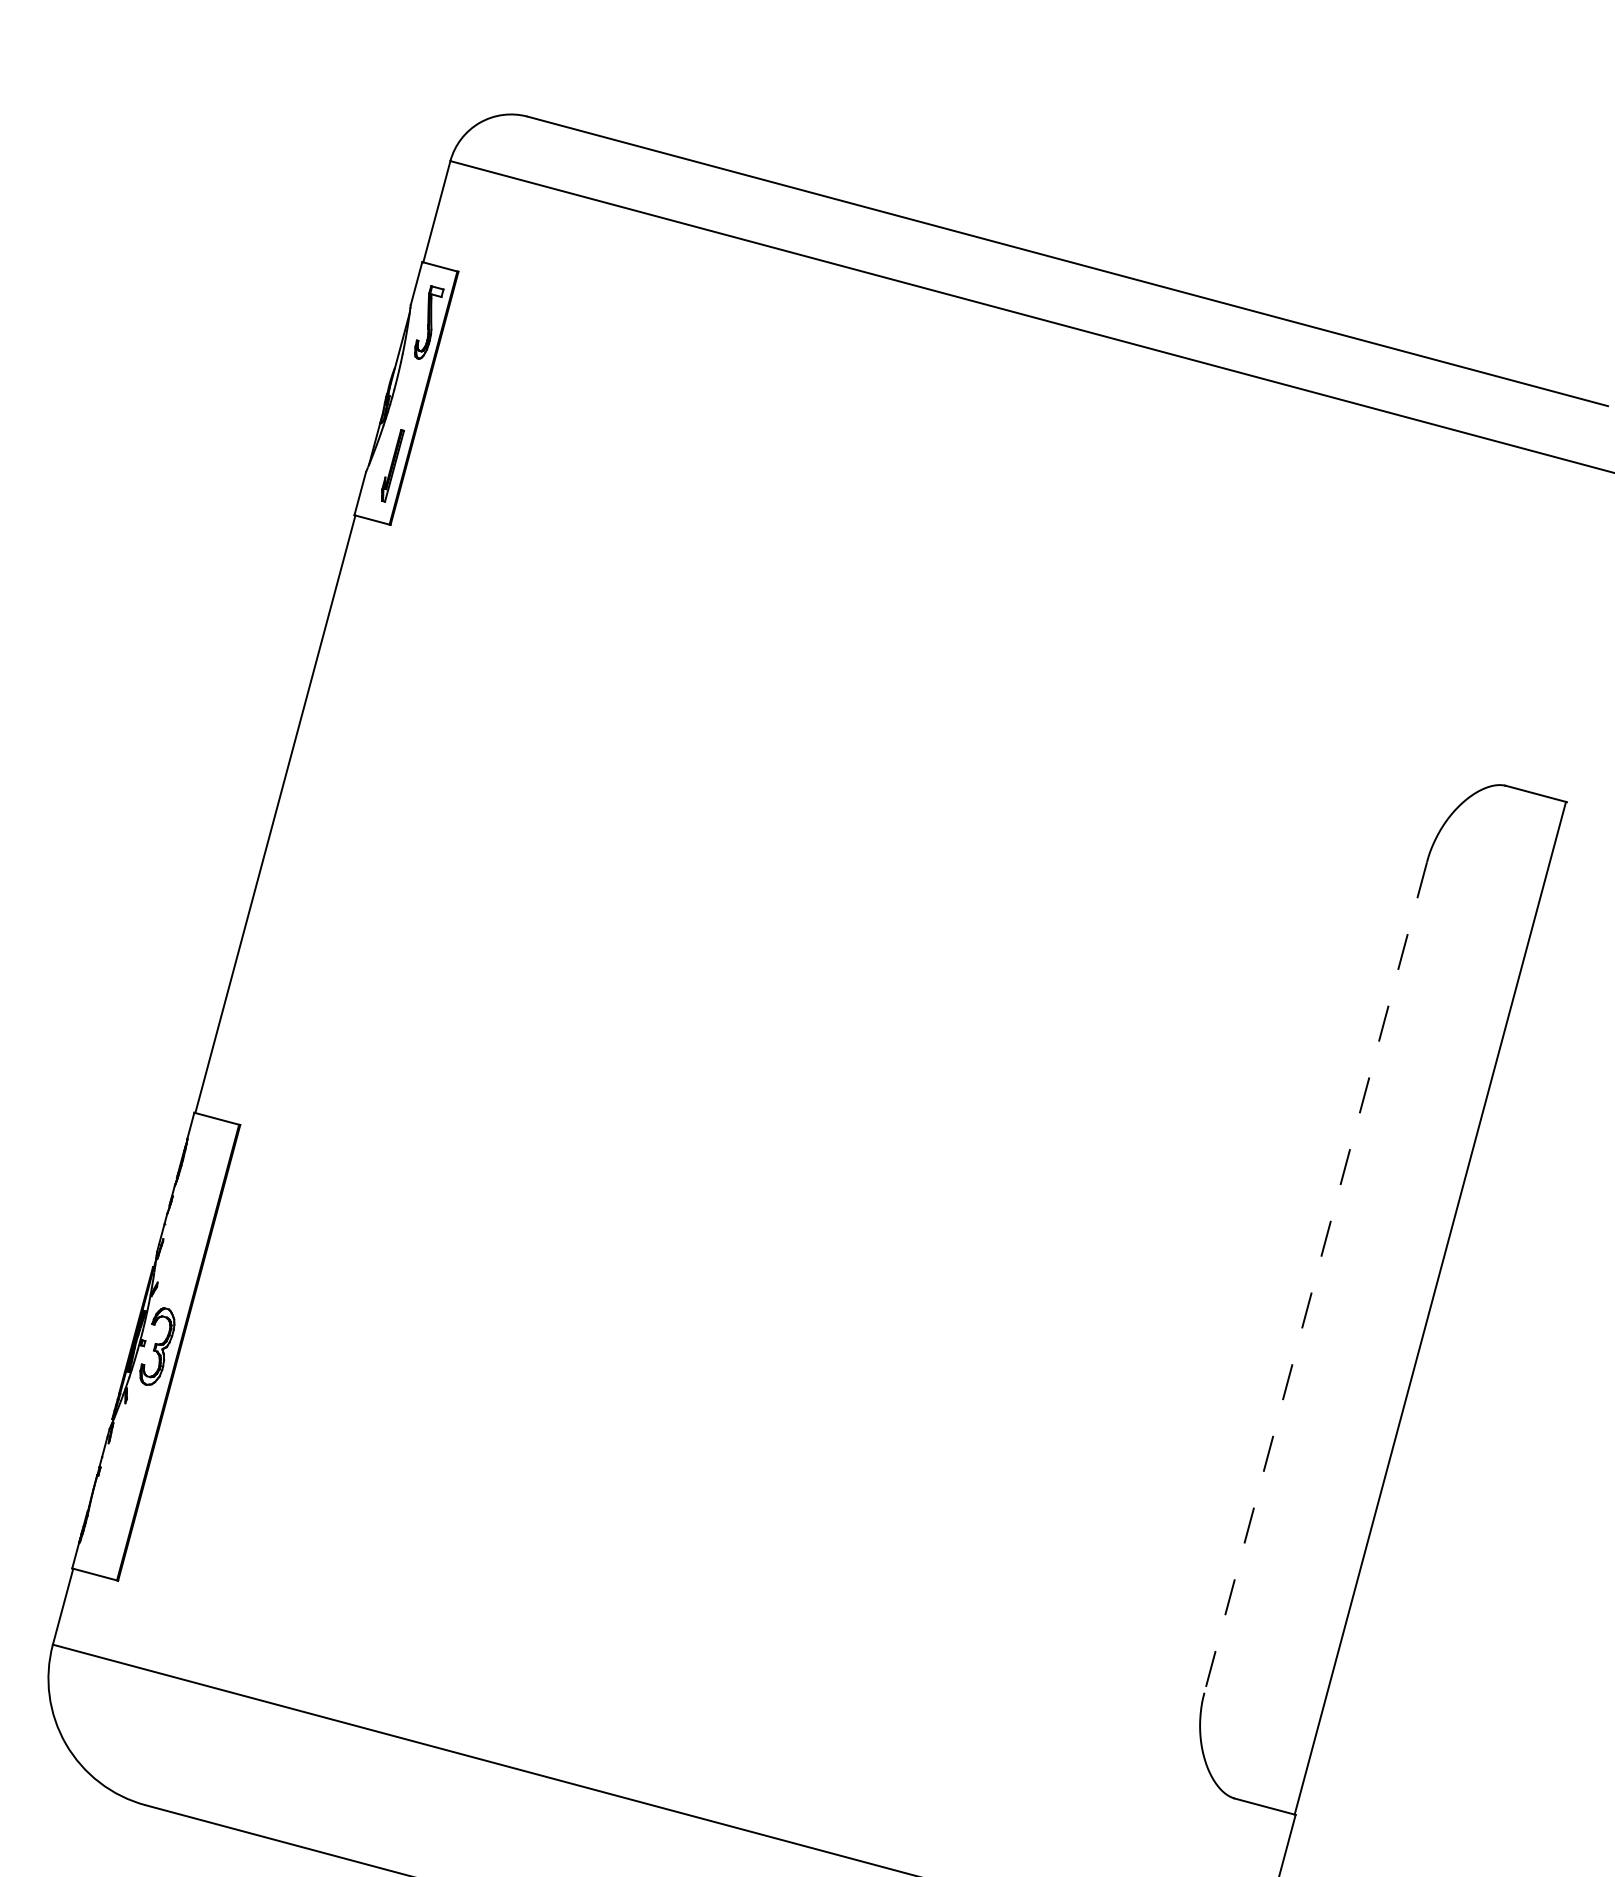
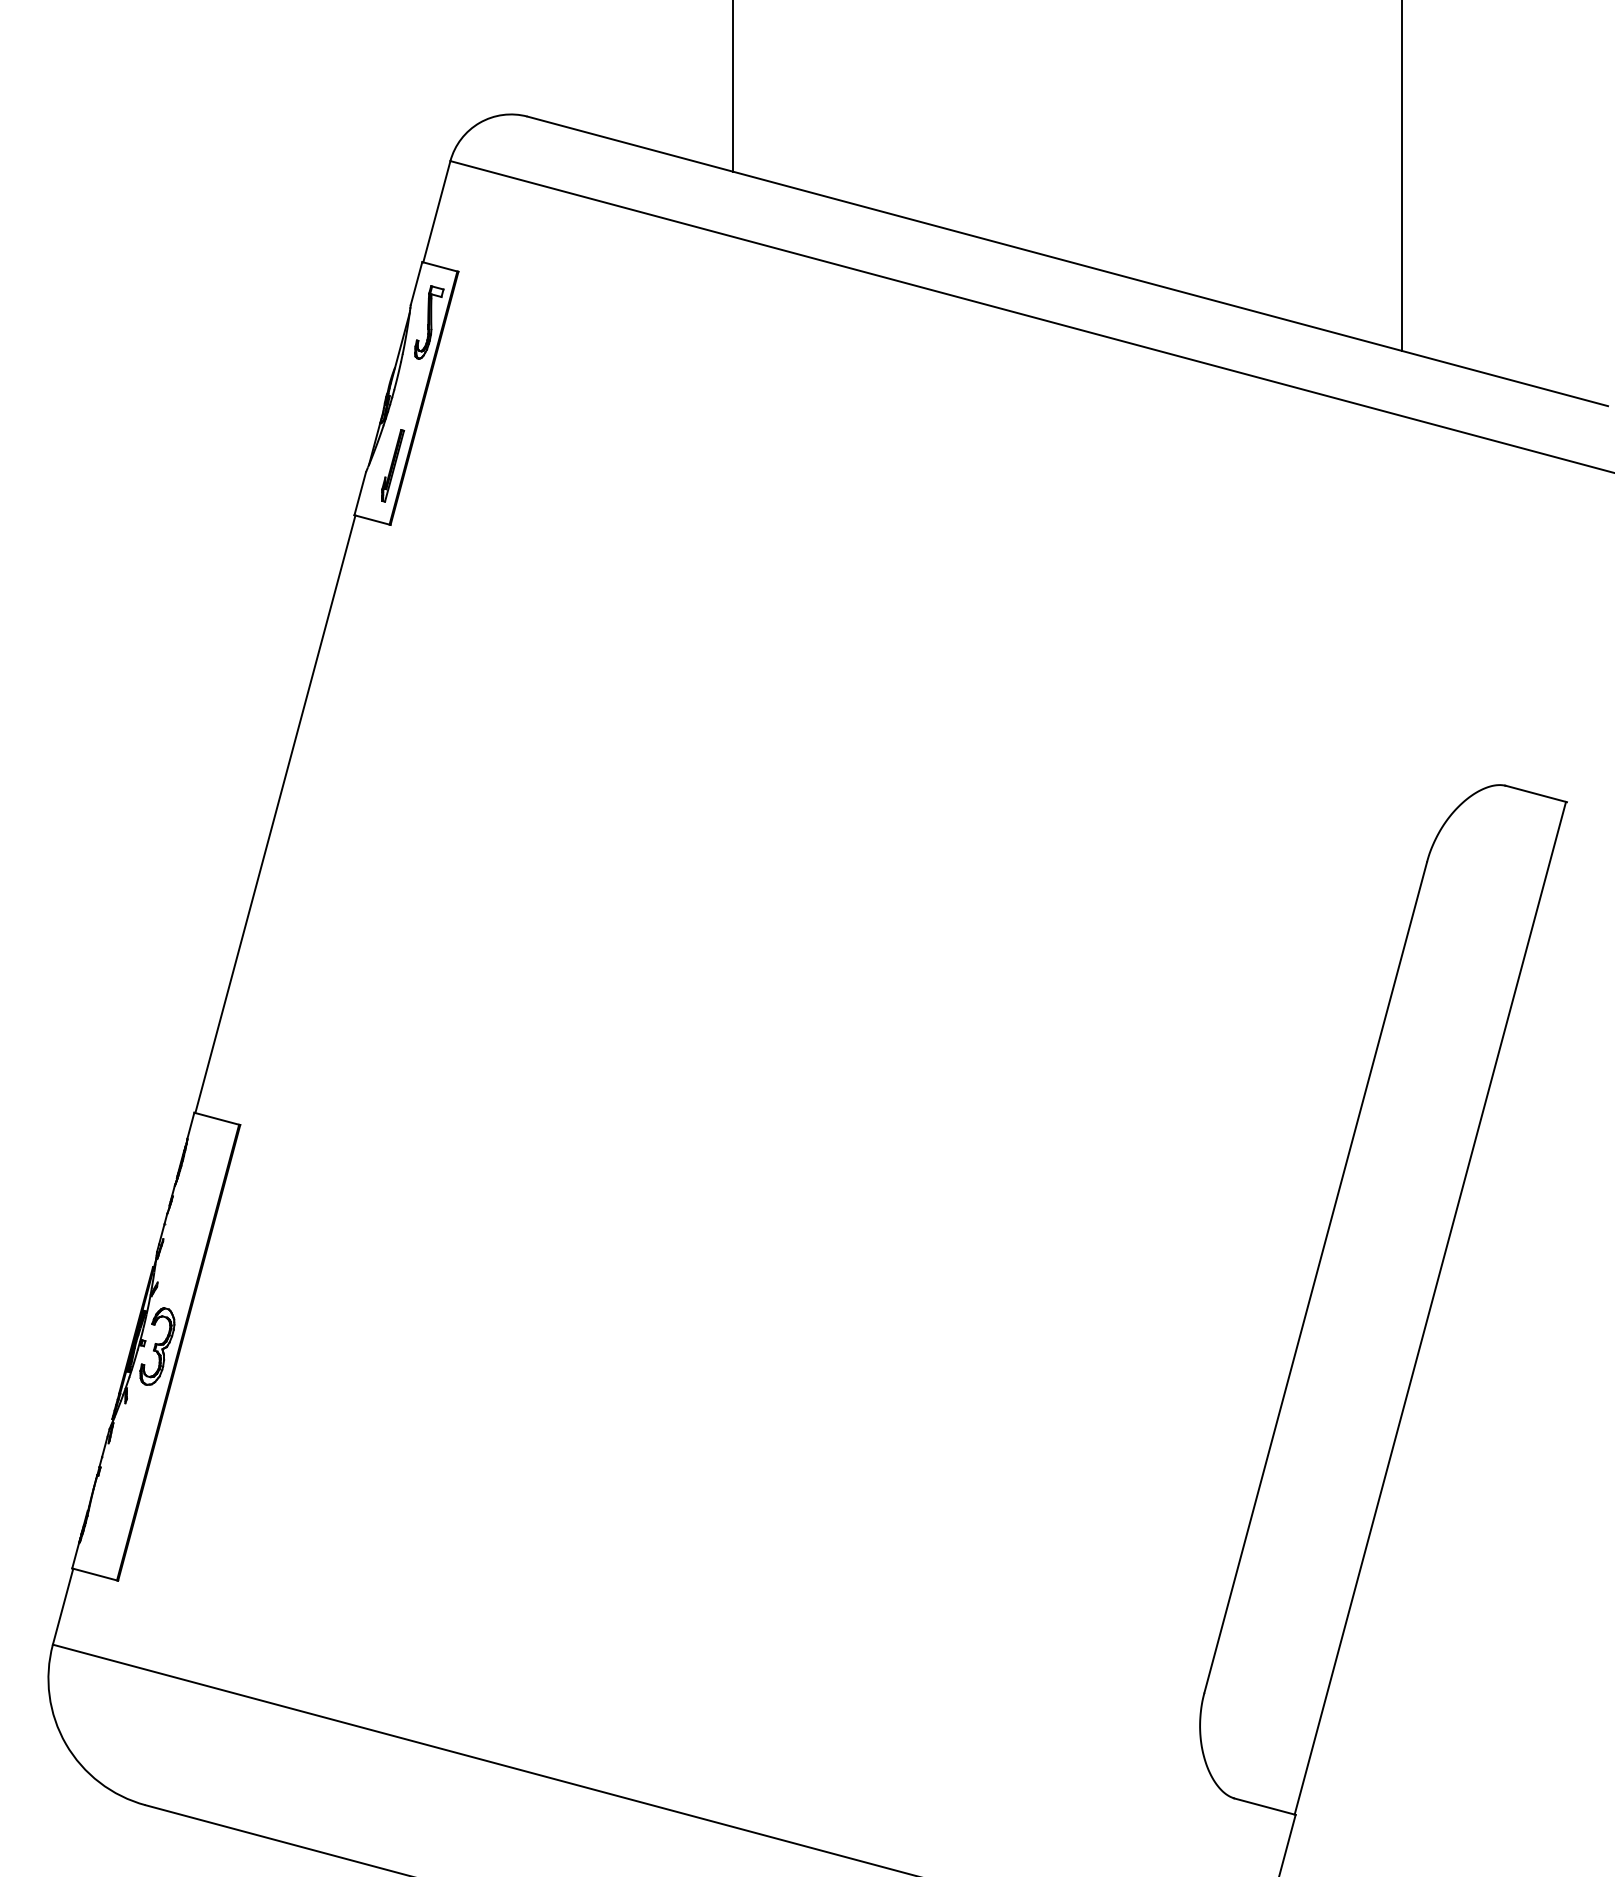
line at (733, 86): none -> present
line at (1402, 176): none -> present
line at (1315, 1277): dashed -> solid
